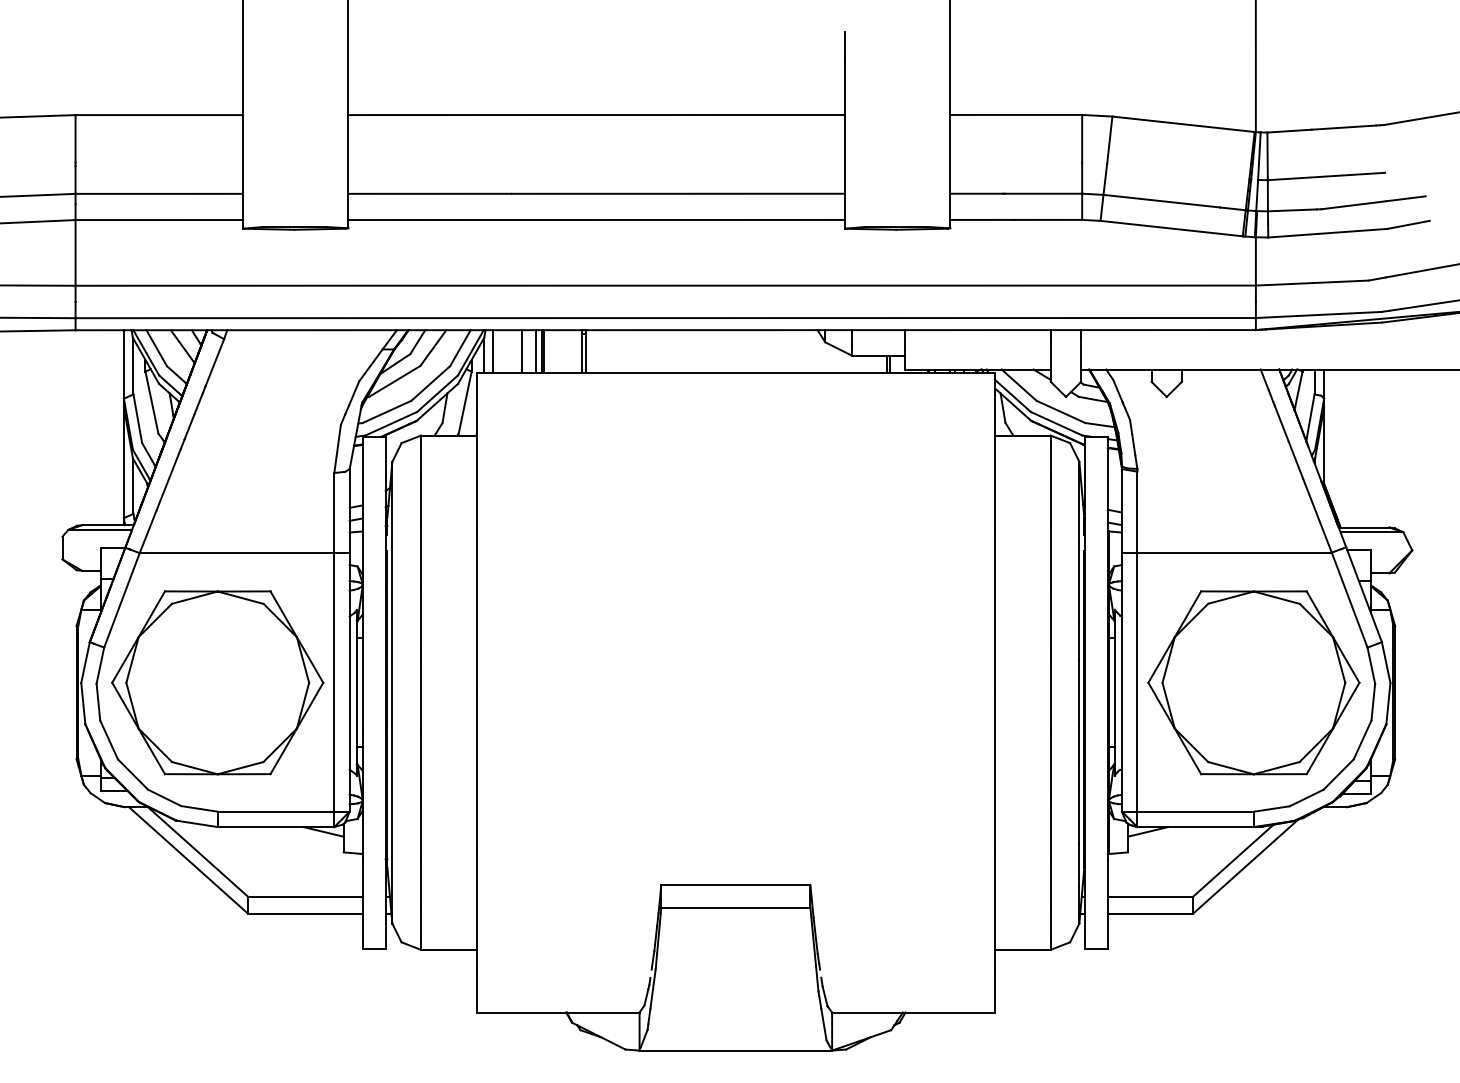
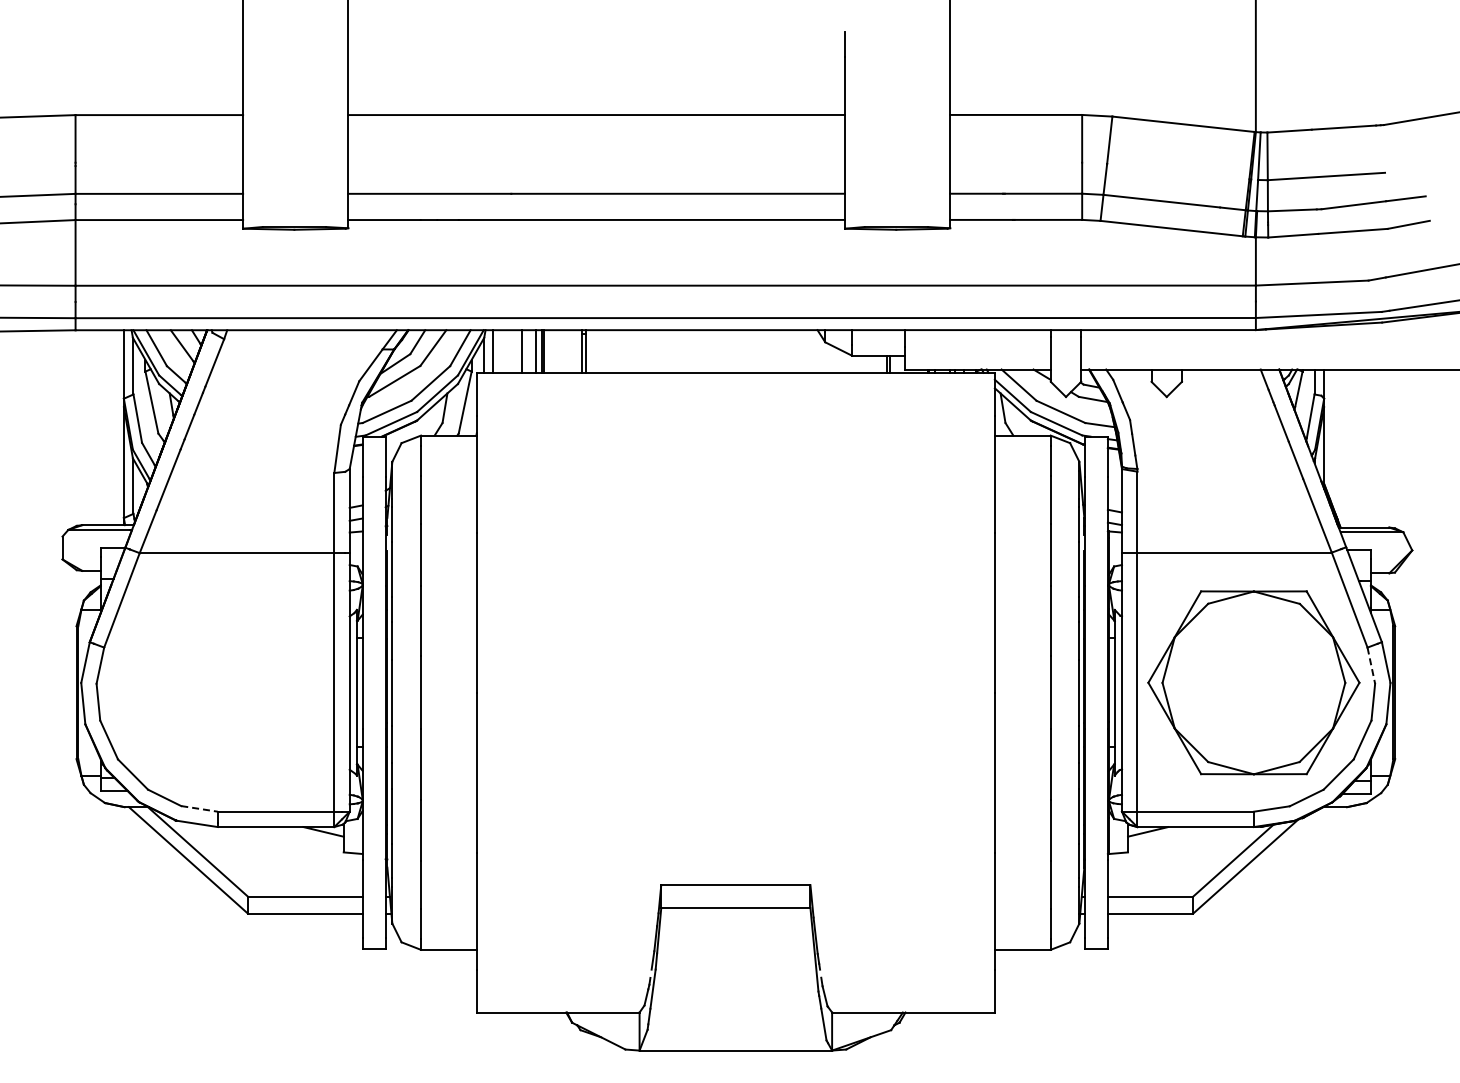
line at (1371, 666): solid -> dashed
part at (217, 682): present -> none
line at (200, 808): solid -> dashed
